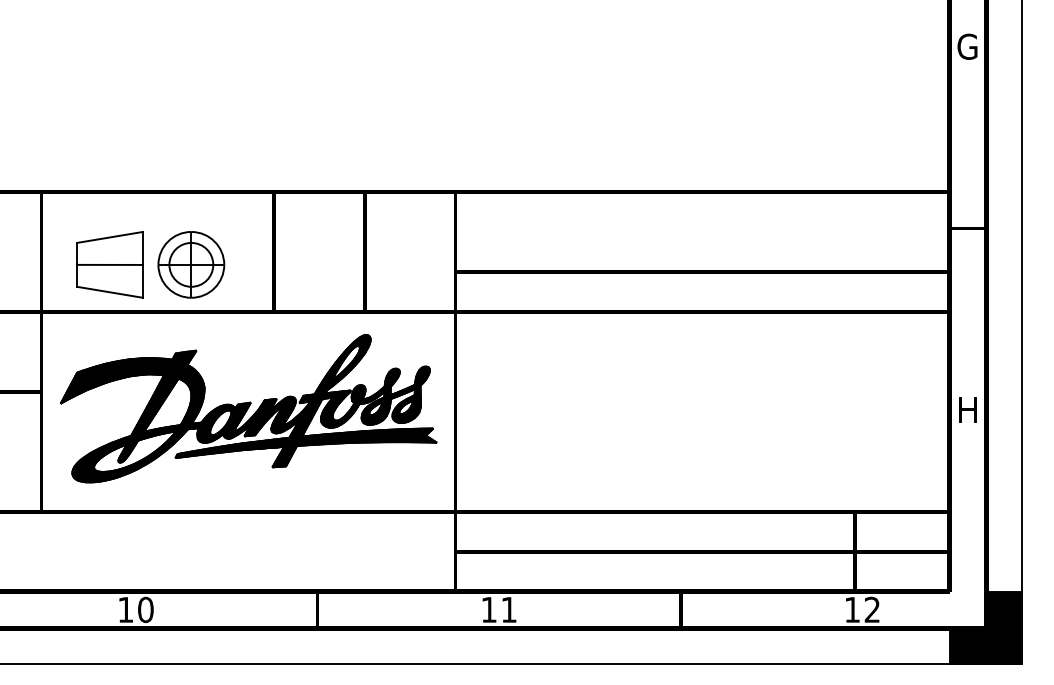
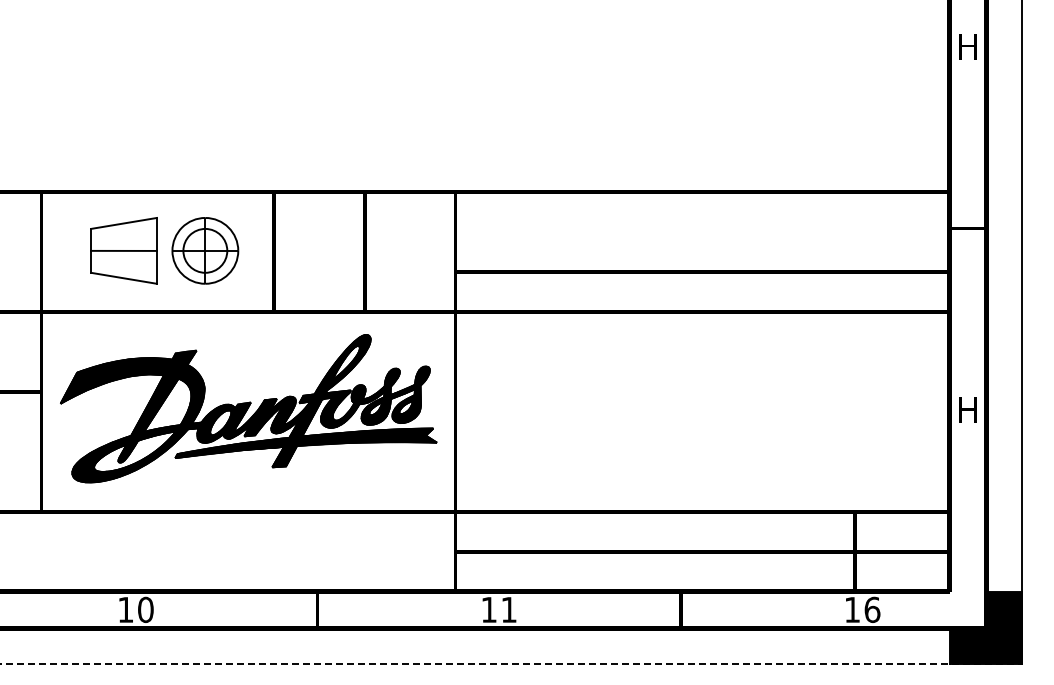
text at (967, 46): G -> H
part at (143, 264) position: (143, 264) -> (157, 250)
text at (872, 609): 12 -> 16
line at (511, 664): solid -> dashed
